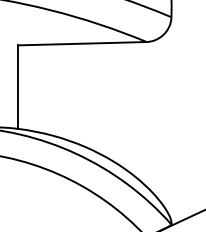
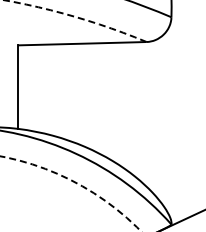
arc at (75, 16): solid -> dashed
arc at (76, 183): solid -> dashed
